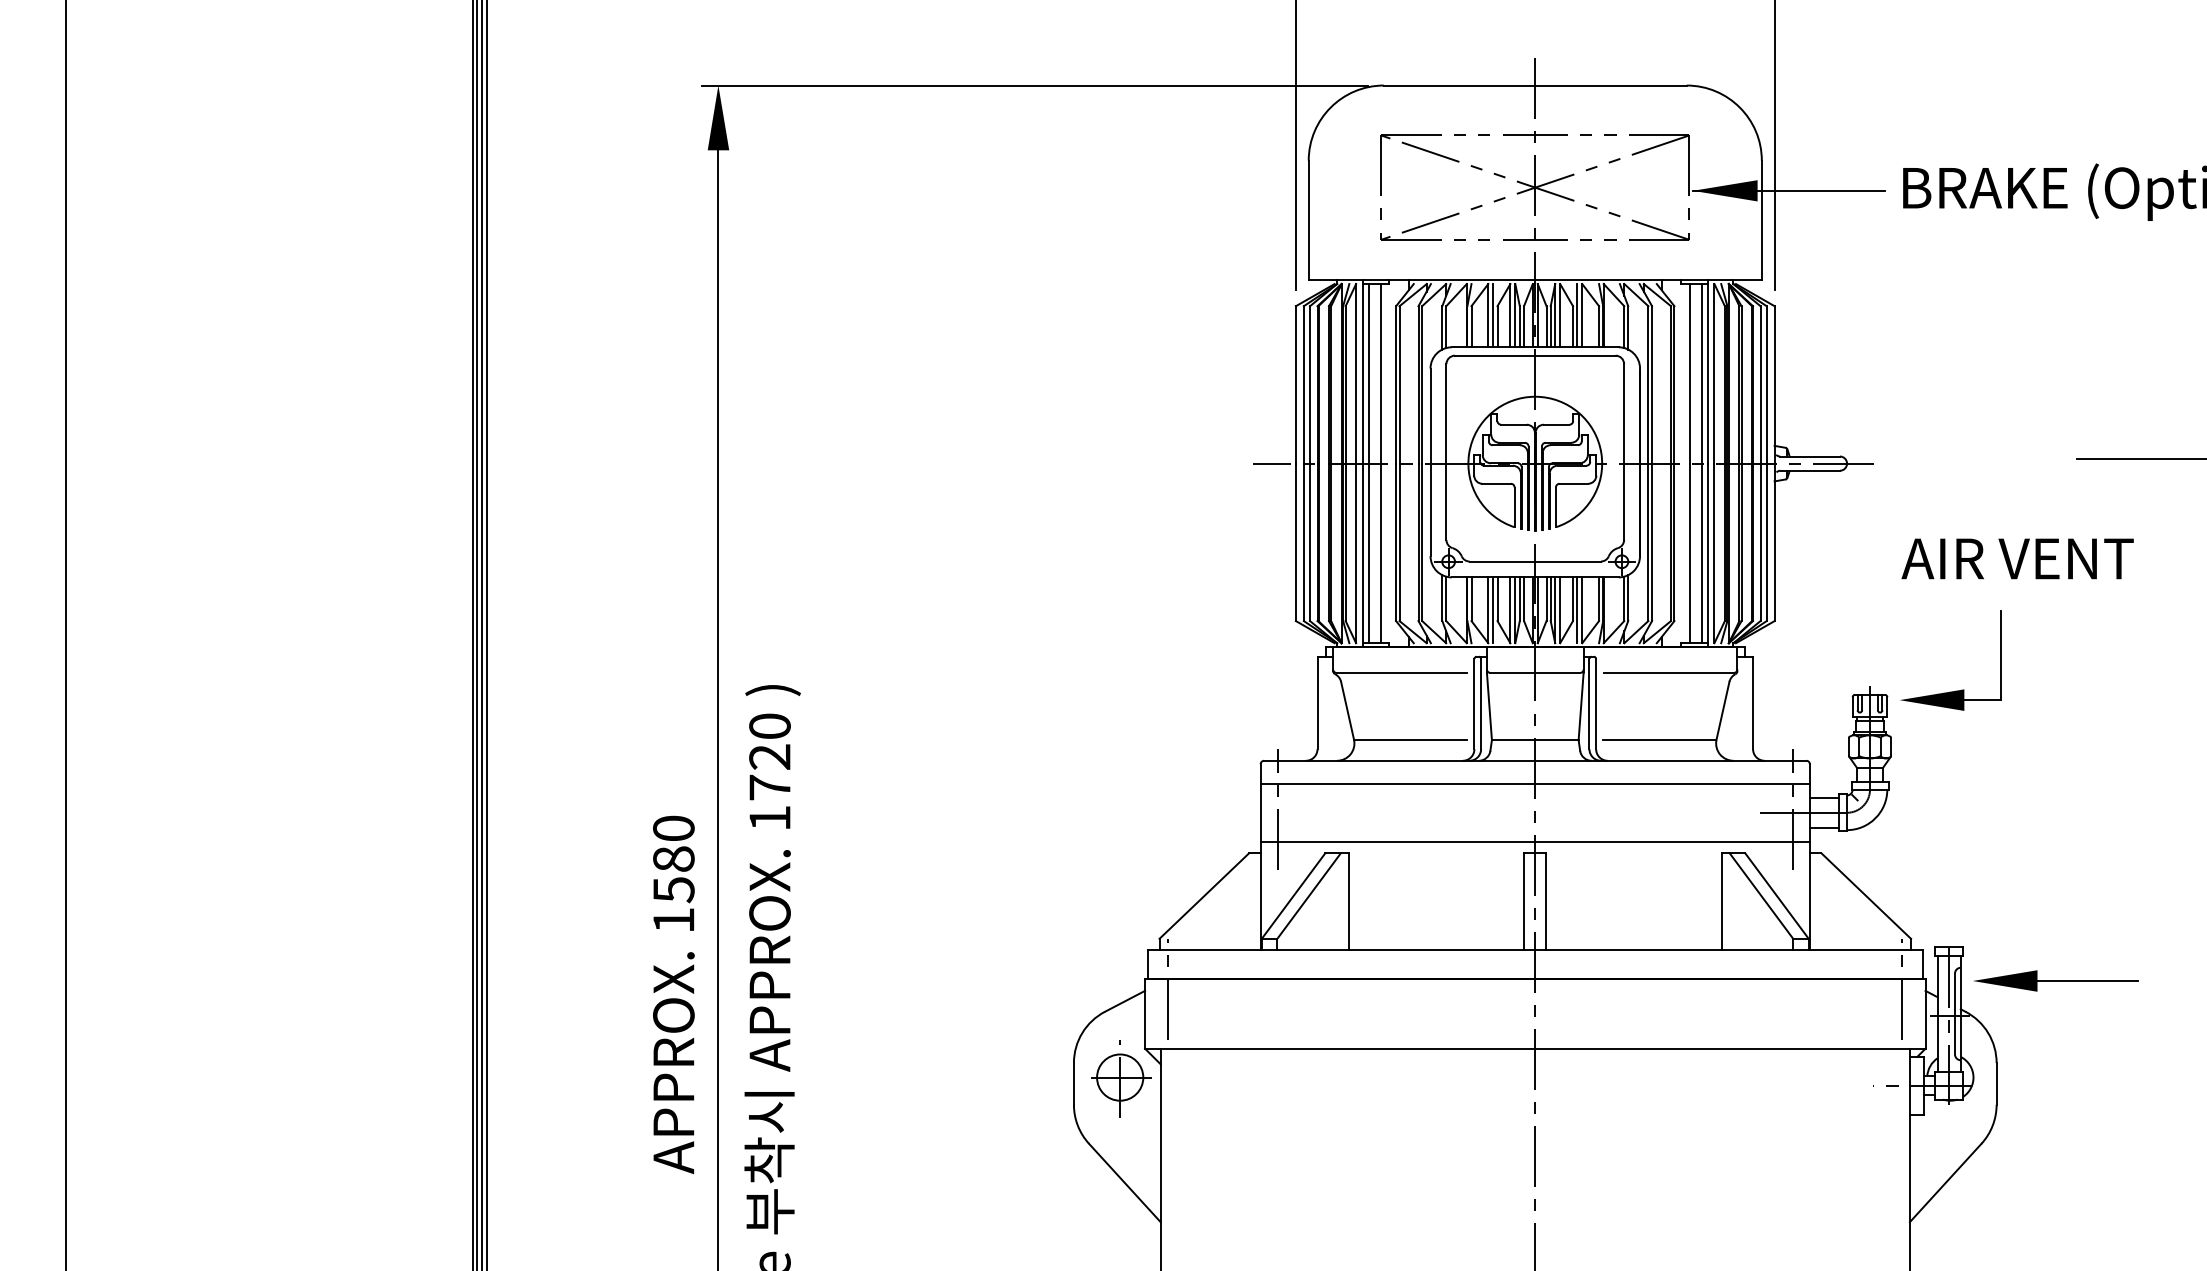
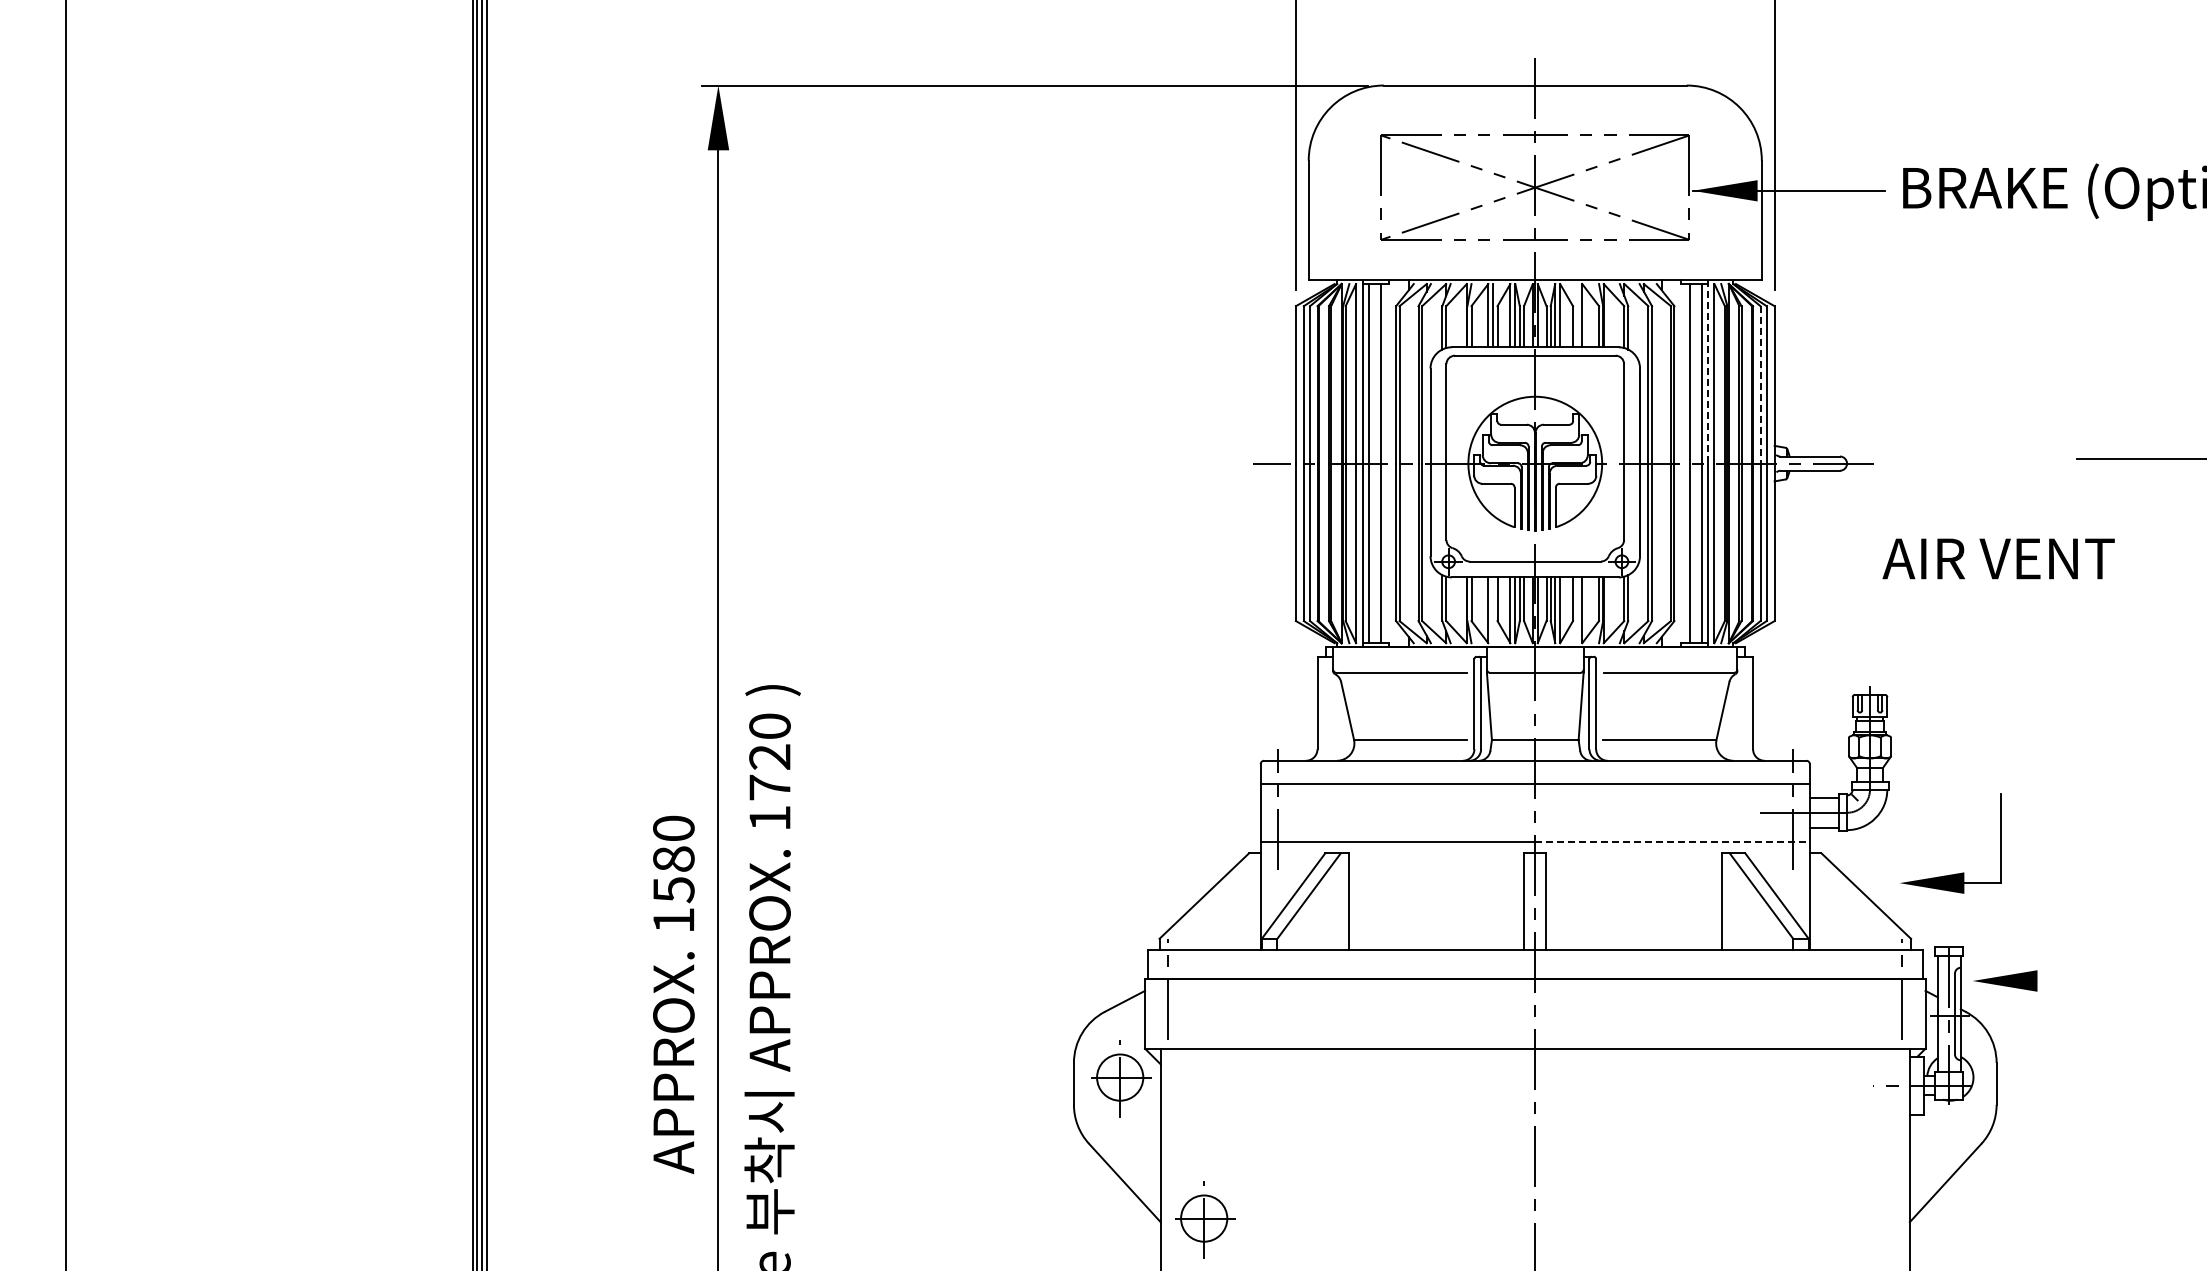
line at (1577, 315): present -> none
line at (1707, 371): solid -> dashed
line at (1760, 384): solid -> dashed
text at (2017, 558) position: (2017, 558) -> (1998, 558)
line at (1493, 610): present -> none
line at (1577, 610): present -> none
part at (1955, 690) position: (1955, 690) -> (1955, 873)
line at (1673, 841): solid -> dashed
line at (2087, 981): present -> none
part at (1205, 1219): none -> present
